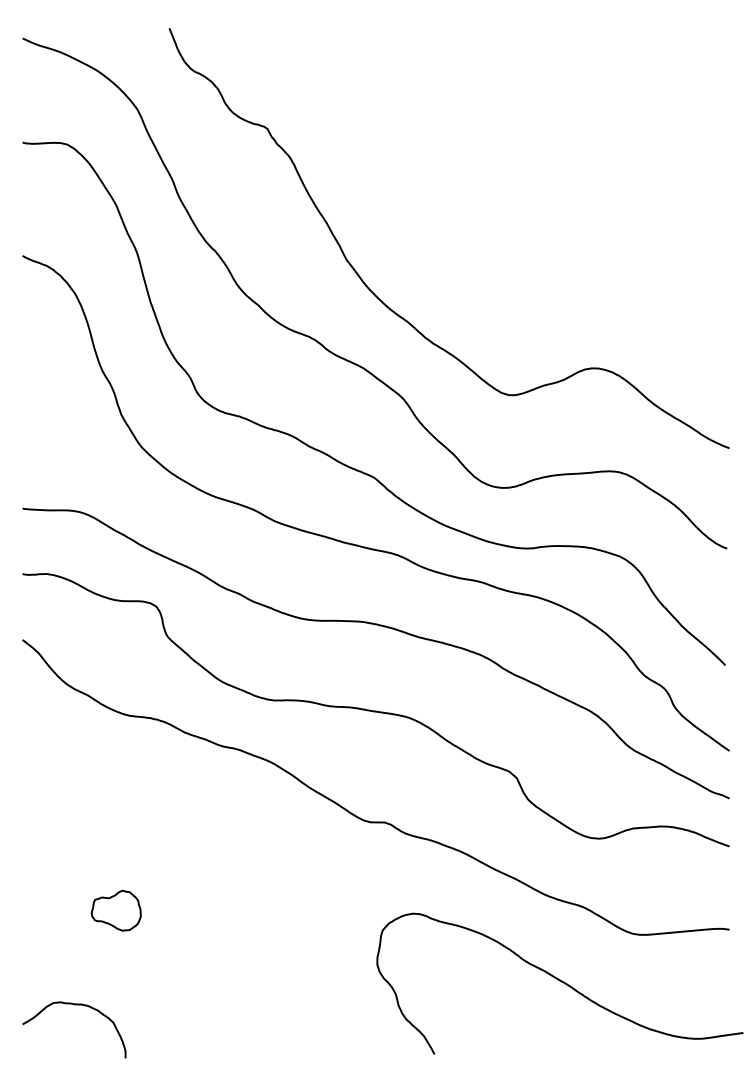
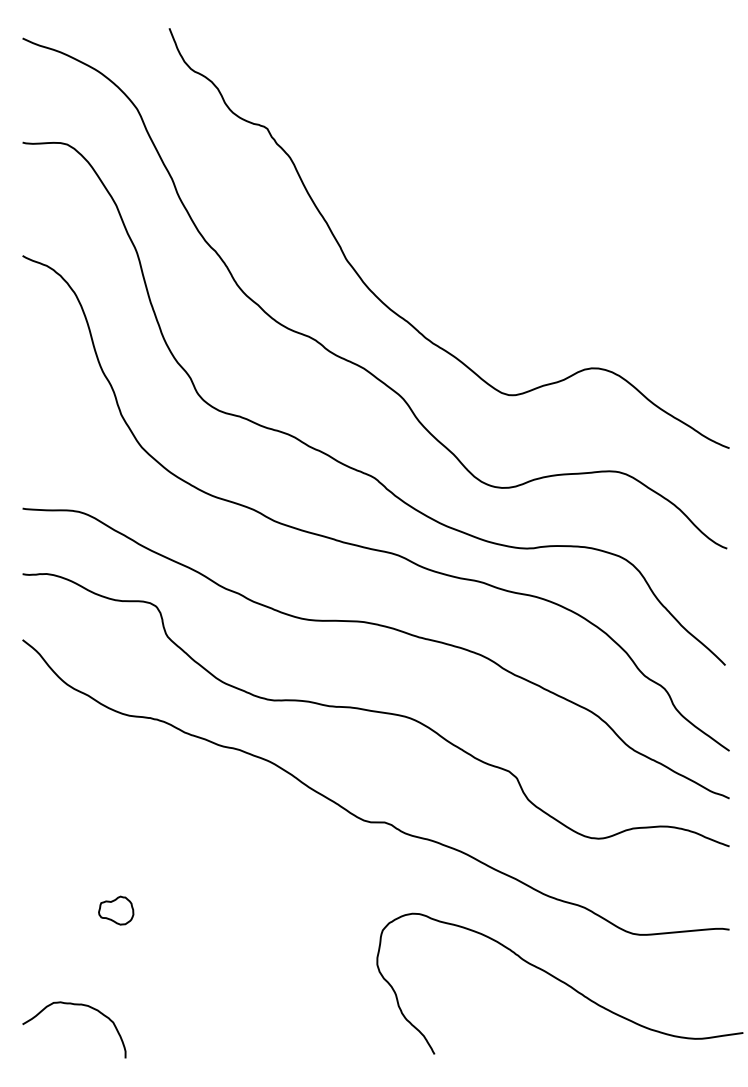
part at (115, 910) size: 52x43 px -> 37x31 px
